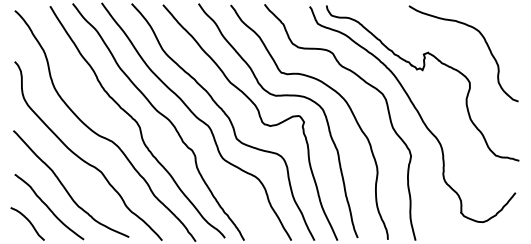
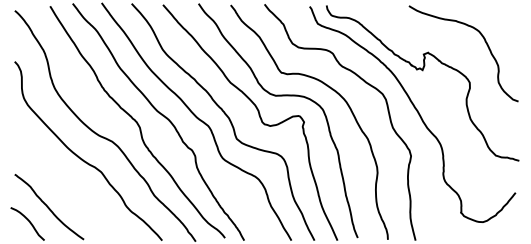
curve at (66, 188): present -> none
